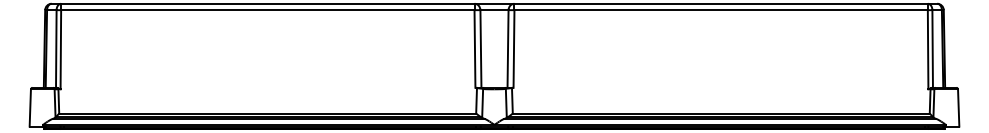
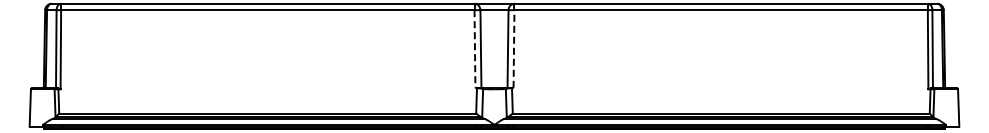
line at (474, 49): solid -> dashed
line at (514, 49): solid -> dashed
